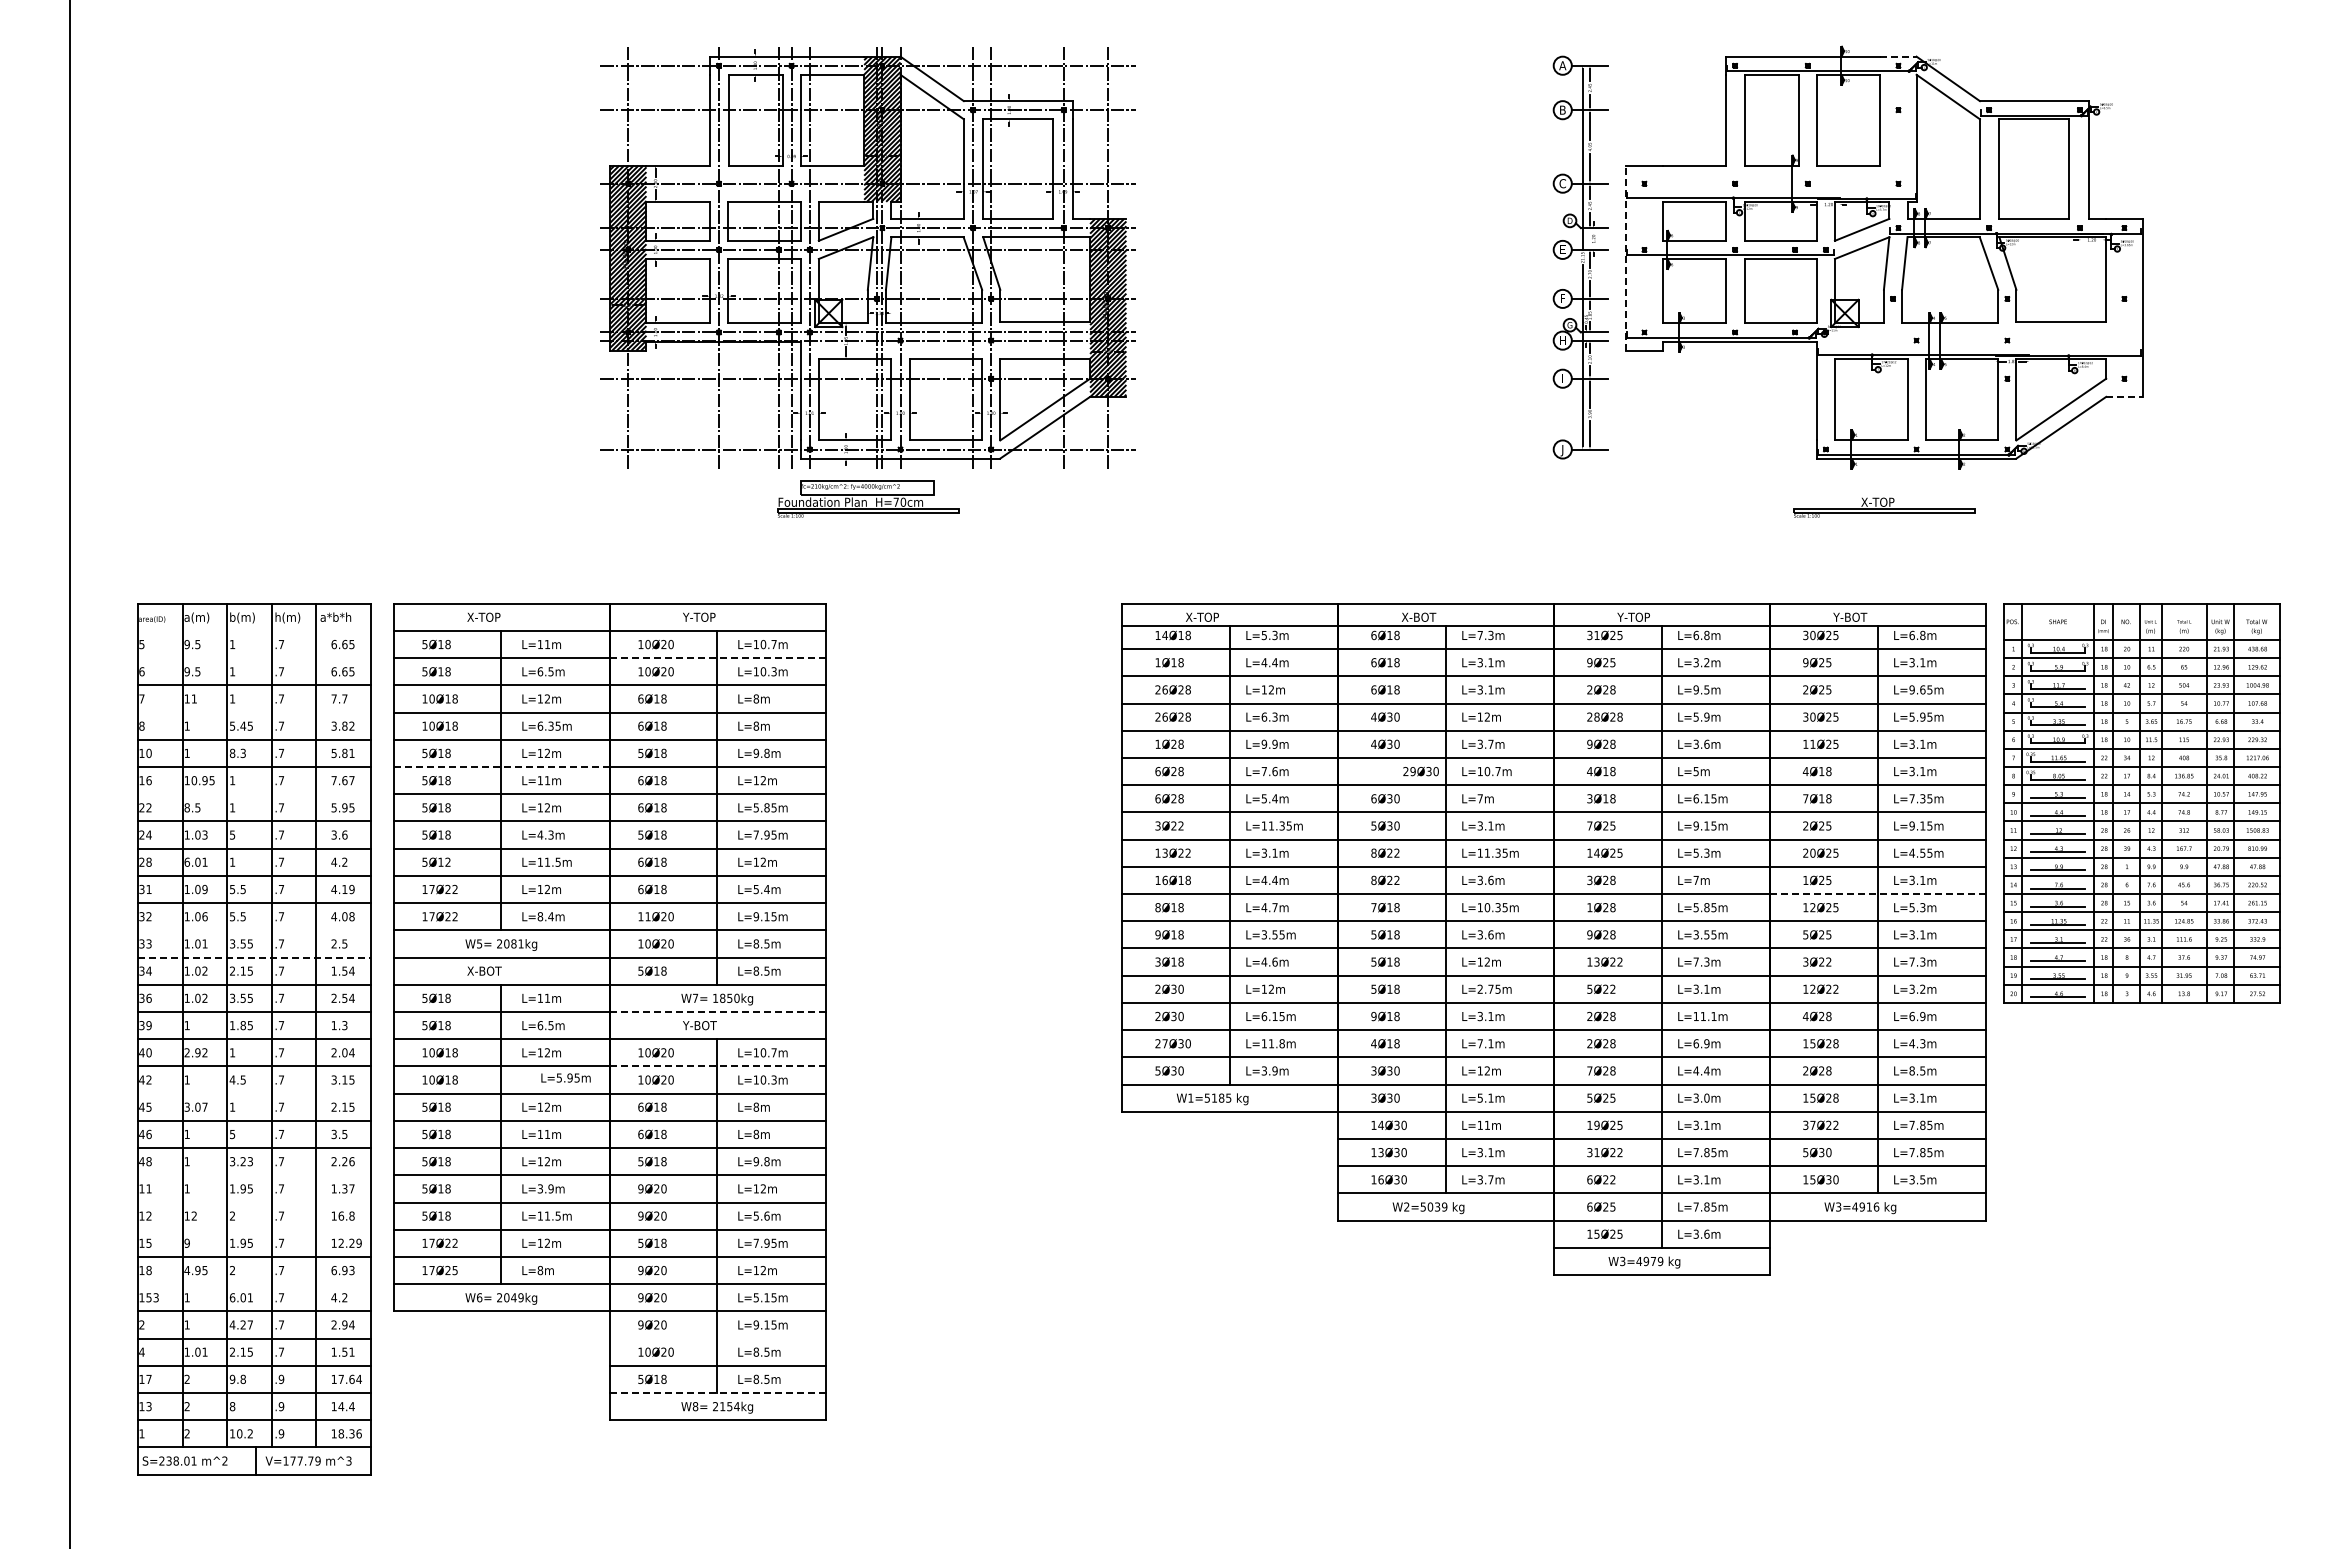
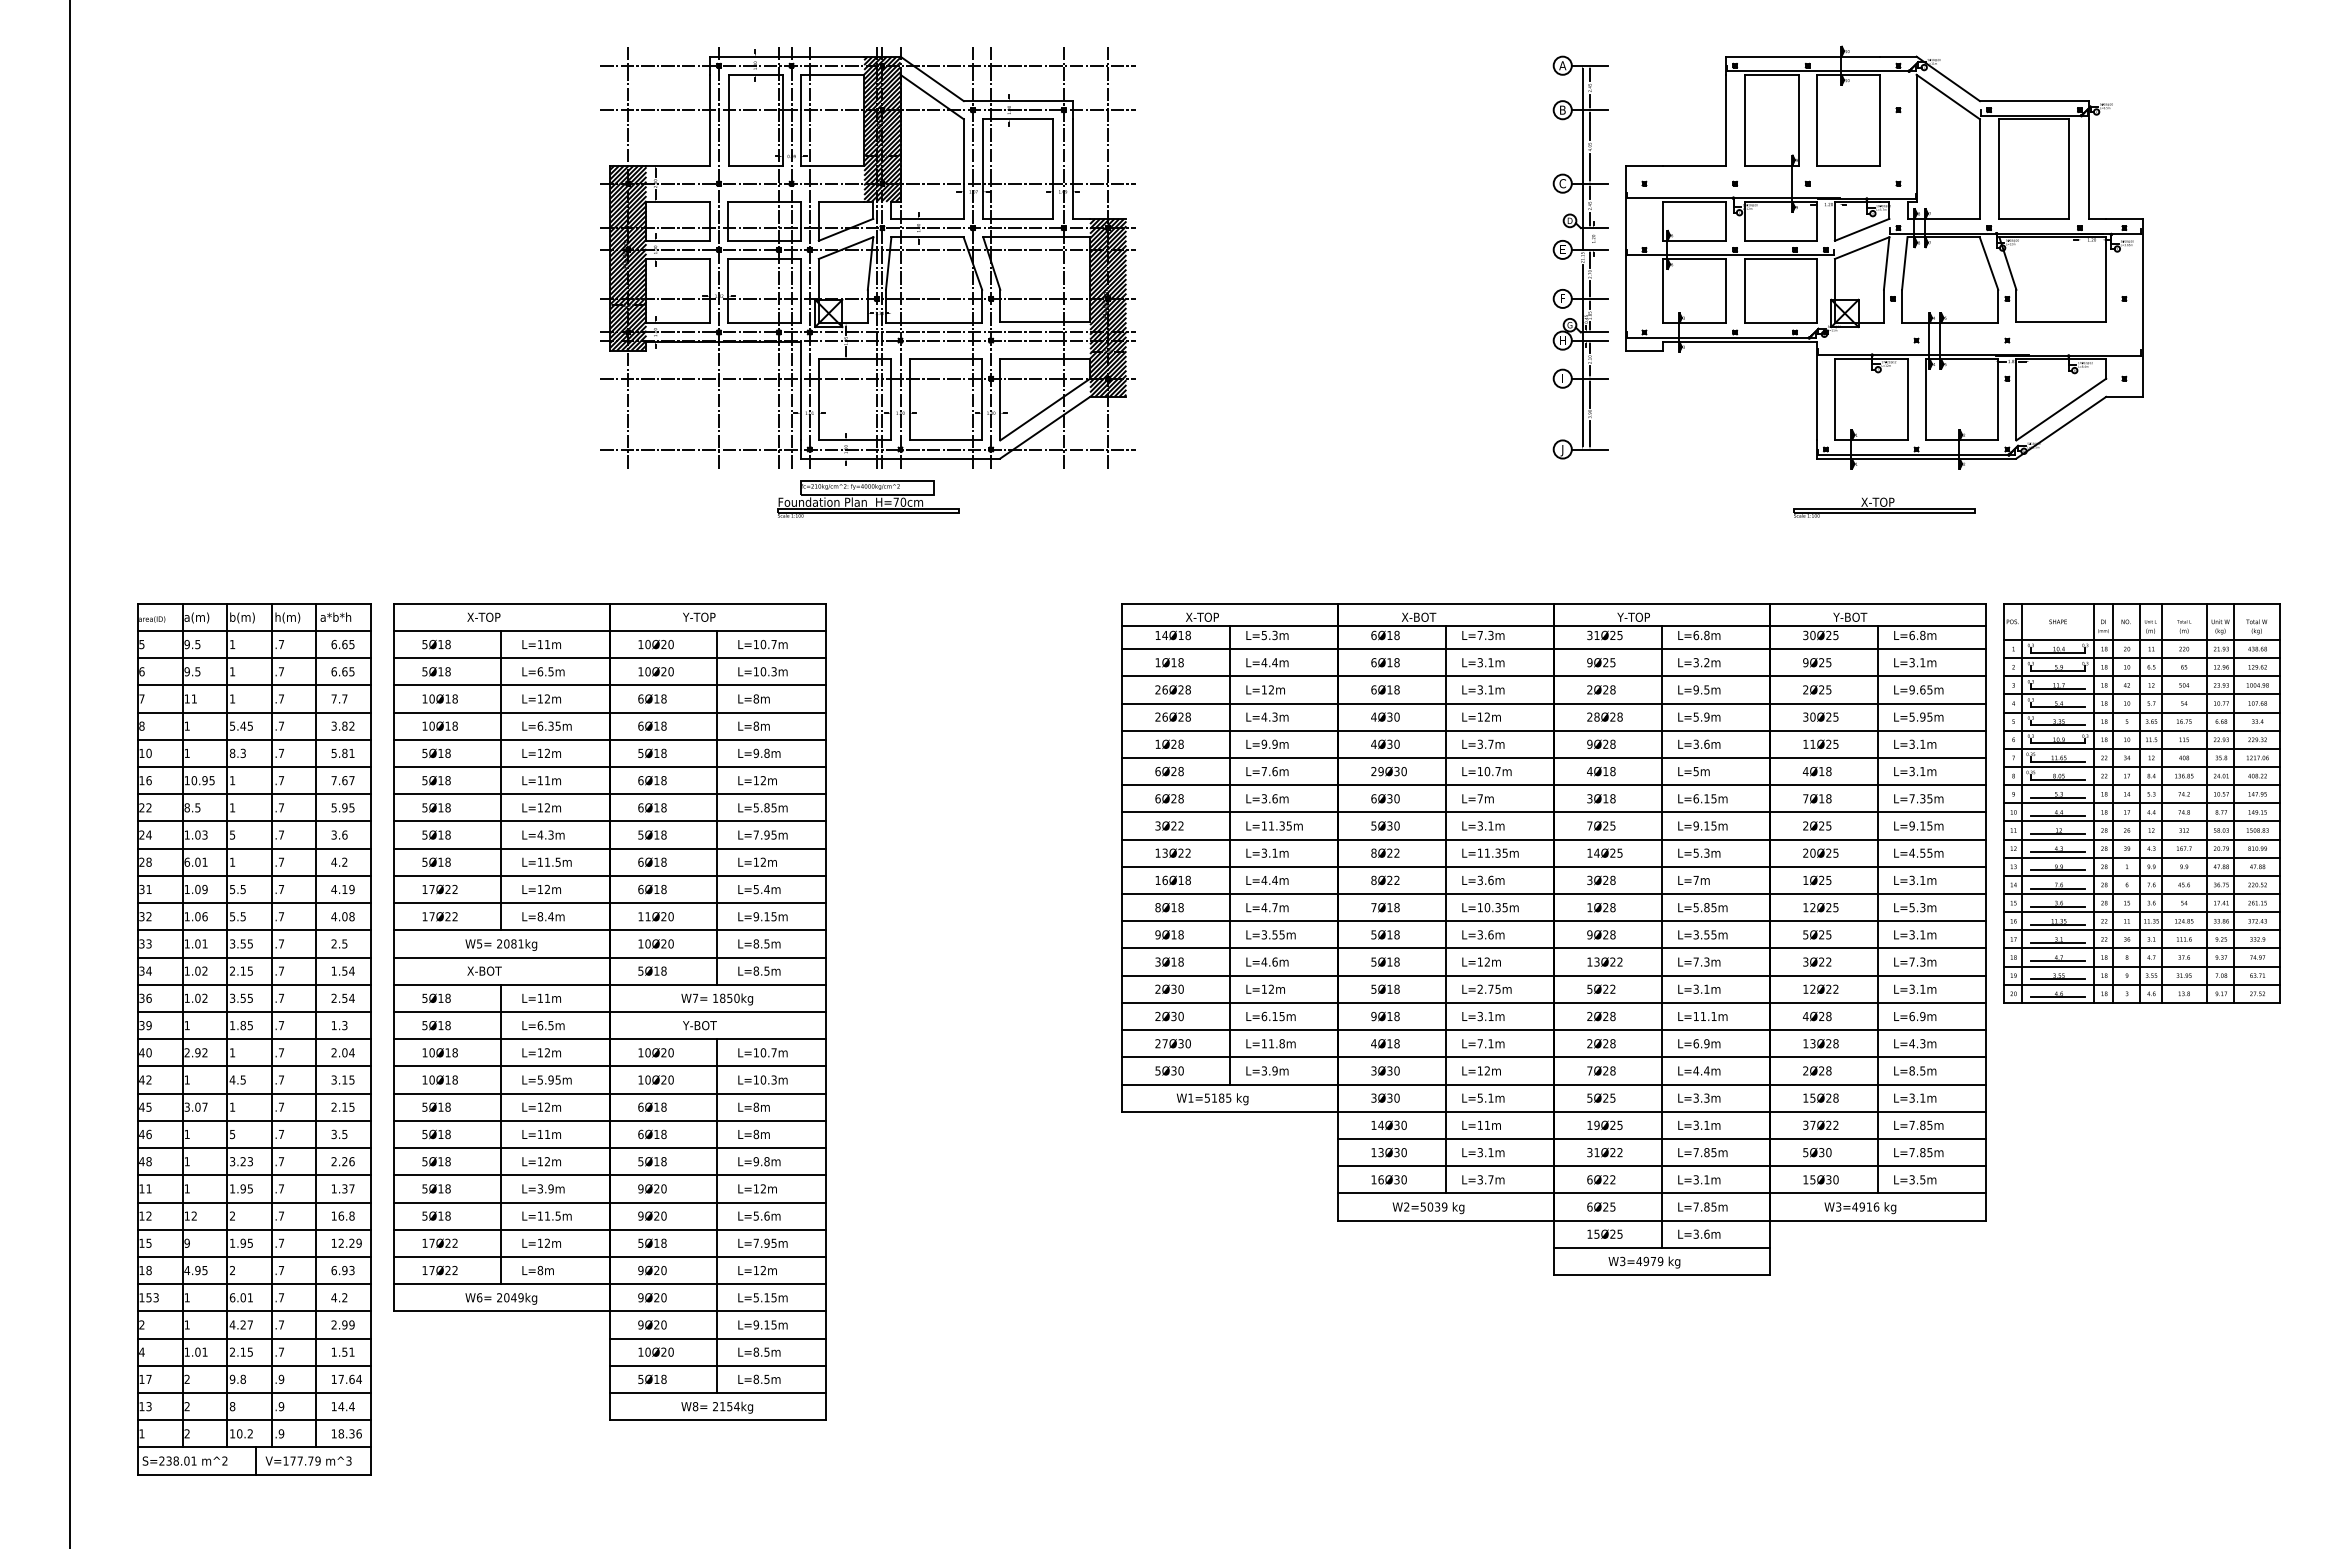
line at (1898, 56): dashed -> solid
line at (1626, 258): dashed -> solid
line at (2124, 396): dashed -> solid
line at (254, 630): none -> present
line at (254, 658): none -> present
line at (718, 658): dashed -> solid
line at (254, 712): none -> present
text at (1263, 716): L=6.3m -> L=4.3m
line at (502, 767): dashed -> solid
text at (1420, 771) position: (1420, 771) -> (1388, 771)
line at (254, 794): none -> present
text at (1269, 798): L=5.4m -> L=3.6m
text at (447, 861): 5Ø12 -> 5Ø18
line at (1877, 894): dashed -> solid
line at (254, 930): none -> present
line at (255, 957): dashed -> solid
text at (1922, 988): L=3.2m -> L=3.1m
line at (718, 1012): dashed -> solid
text at (1812, 1042): 15Ø28 -> 13Ø28
line at (718, 1066): dashed -> solid
text at (565, 1077) position: (565, 1077) -> (546, 1079)
line at (254, 1093): none -> present
text at (1706, 1097): L=3.0m -> L=3.3m
line at (254, 1175): none -> present
line at (254, 1202): none -> present
line at (254, 1229): none -> present
text at (454, 1270): 17Ø25 -> 17Ø22
line at (254, 1284): none -> present
text at (351, 1324): 2.94 -> 2.99
line at (718, 1338): none -> present
line at (718, 1393): dashed -> solid
